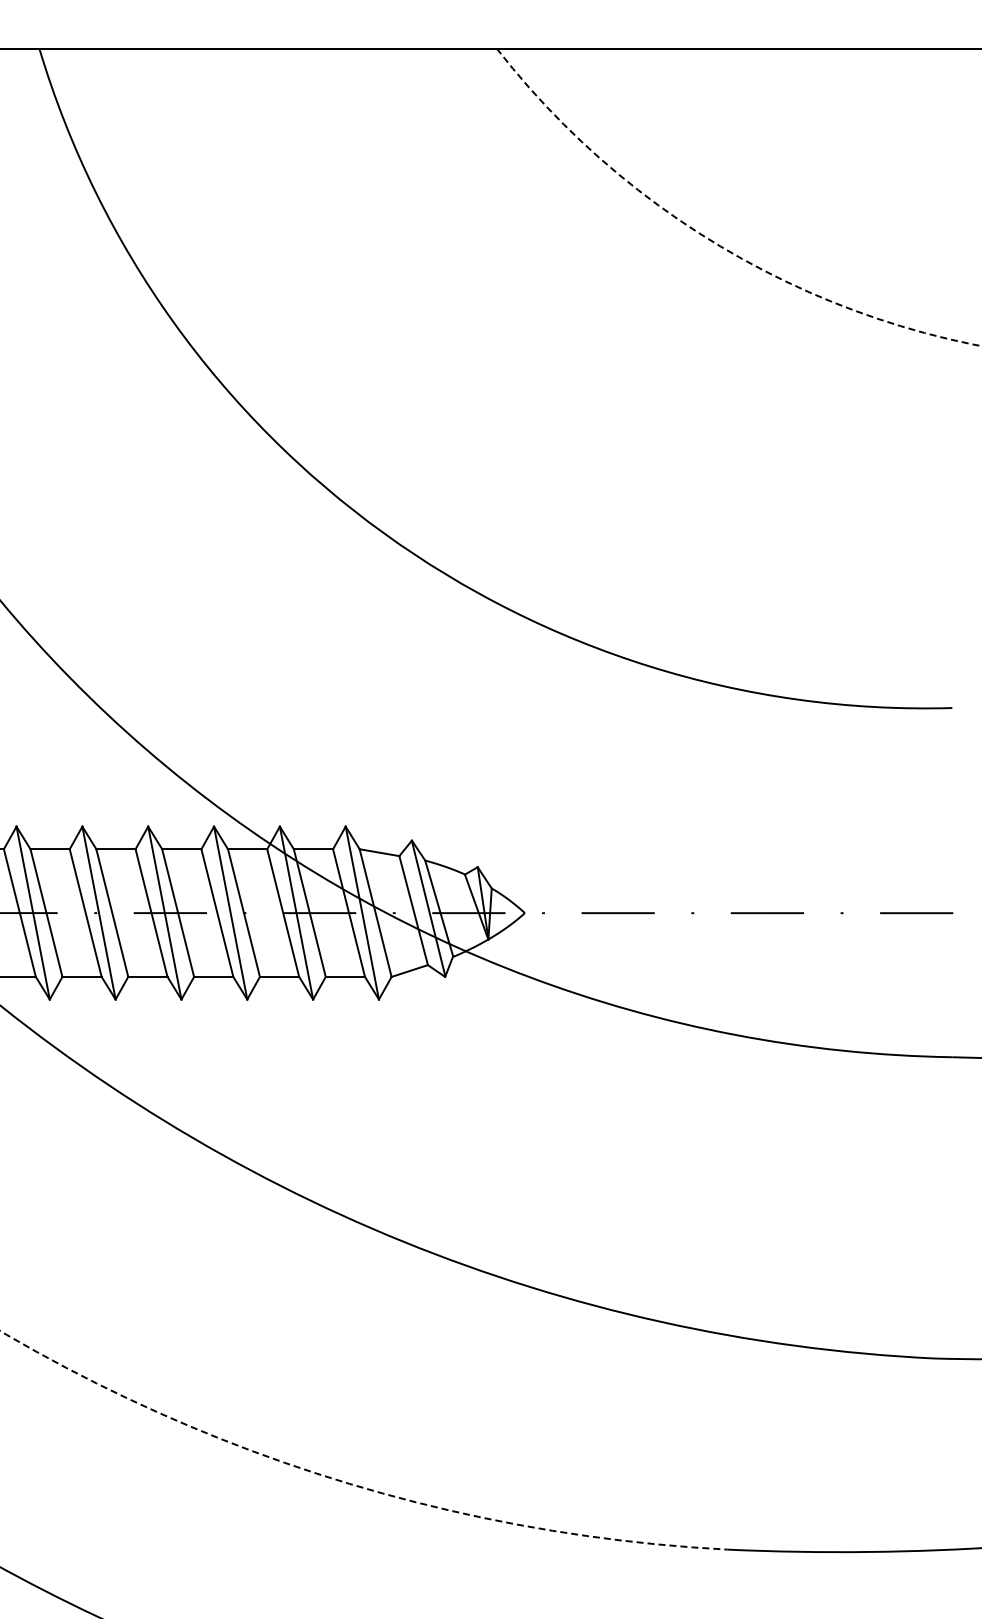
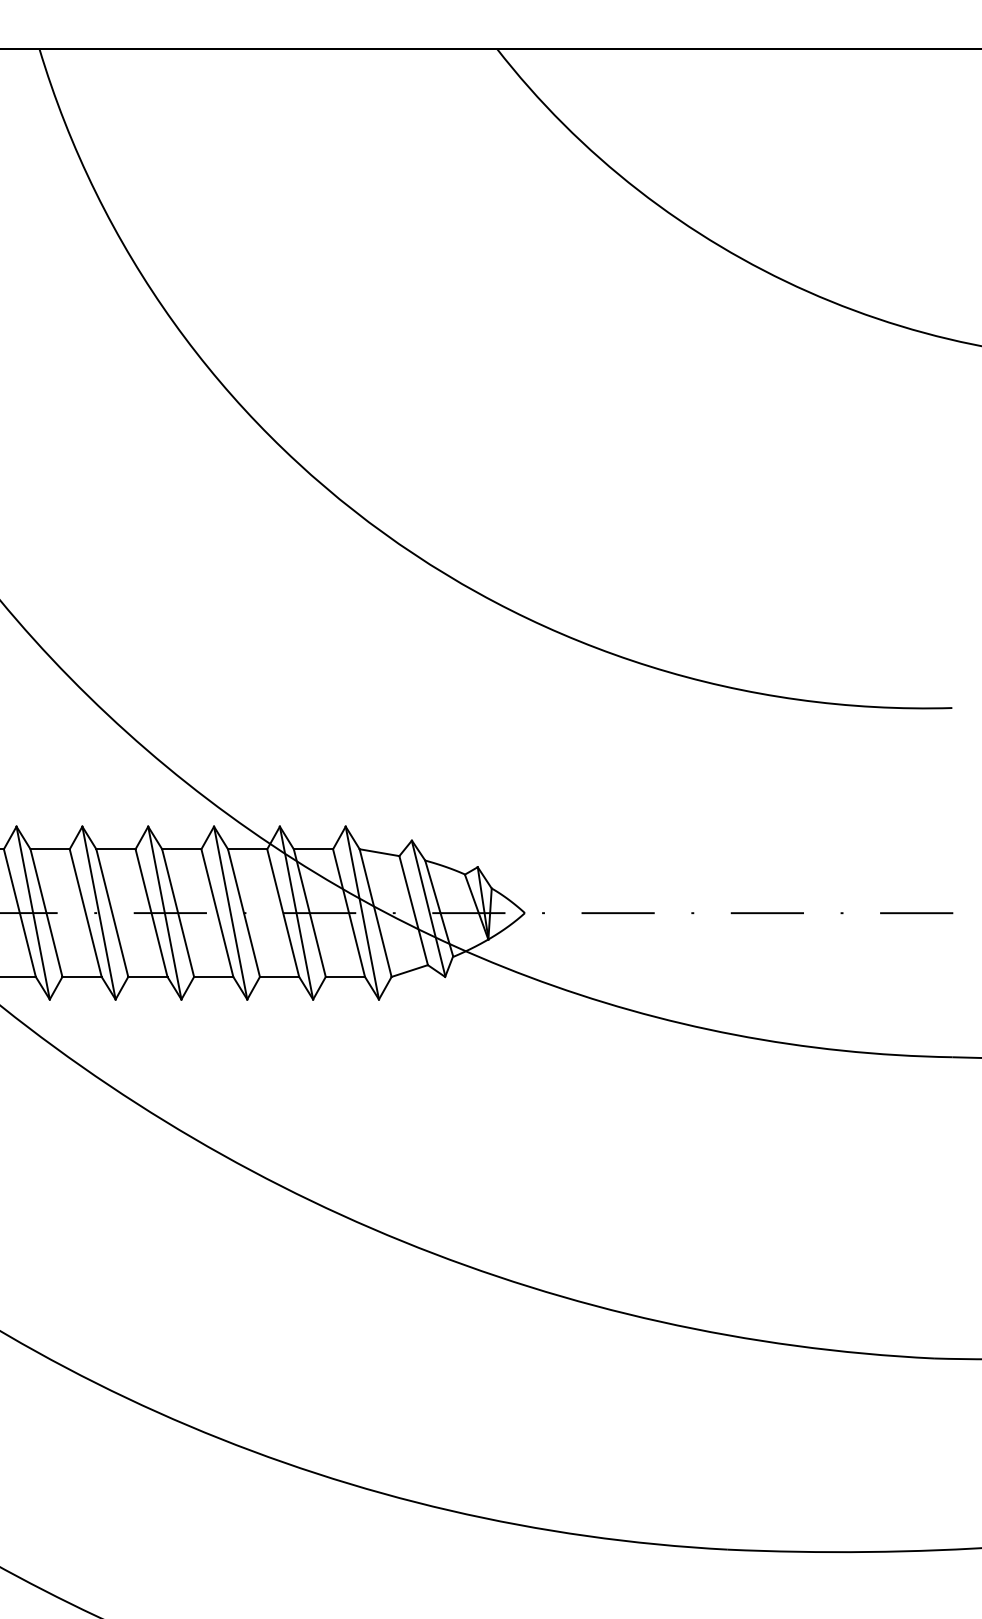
arc at (711, 241): dashed -> solid
arc at (349, 1483): dashed -> solid
